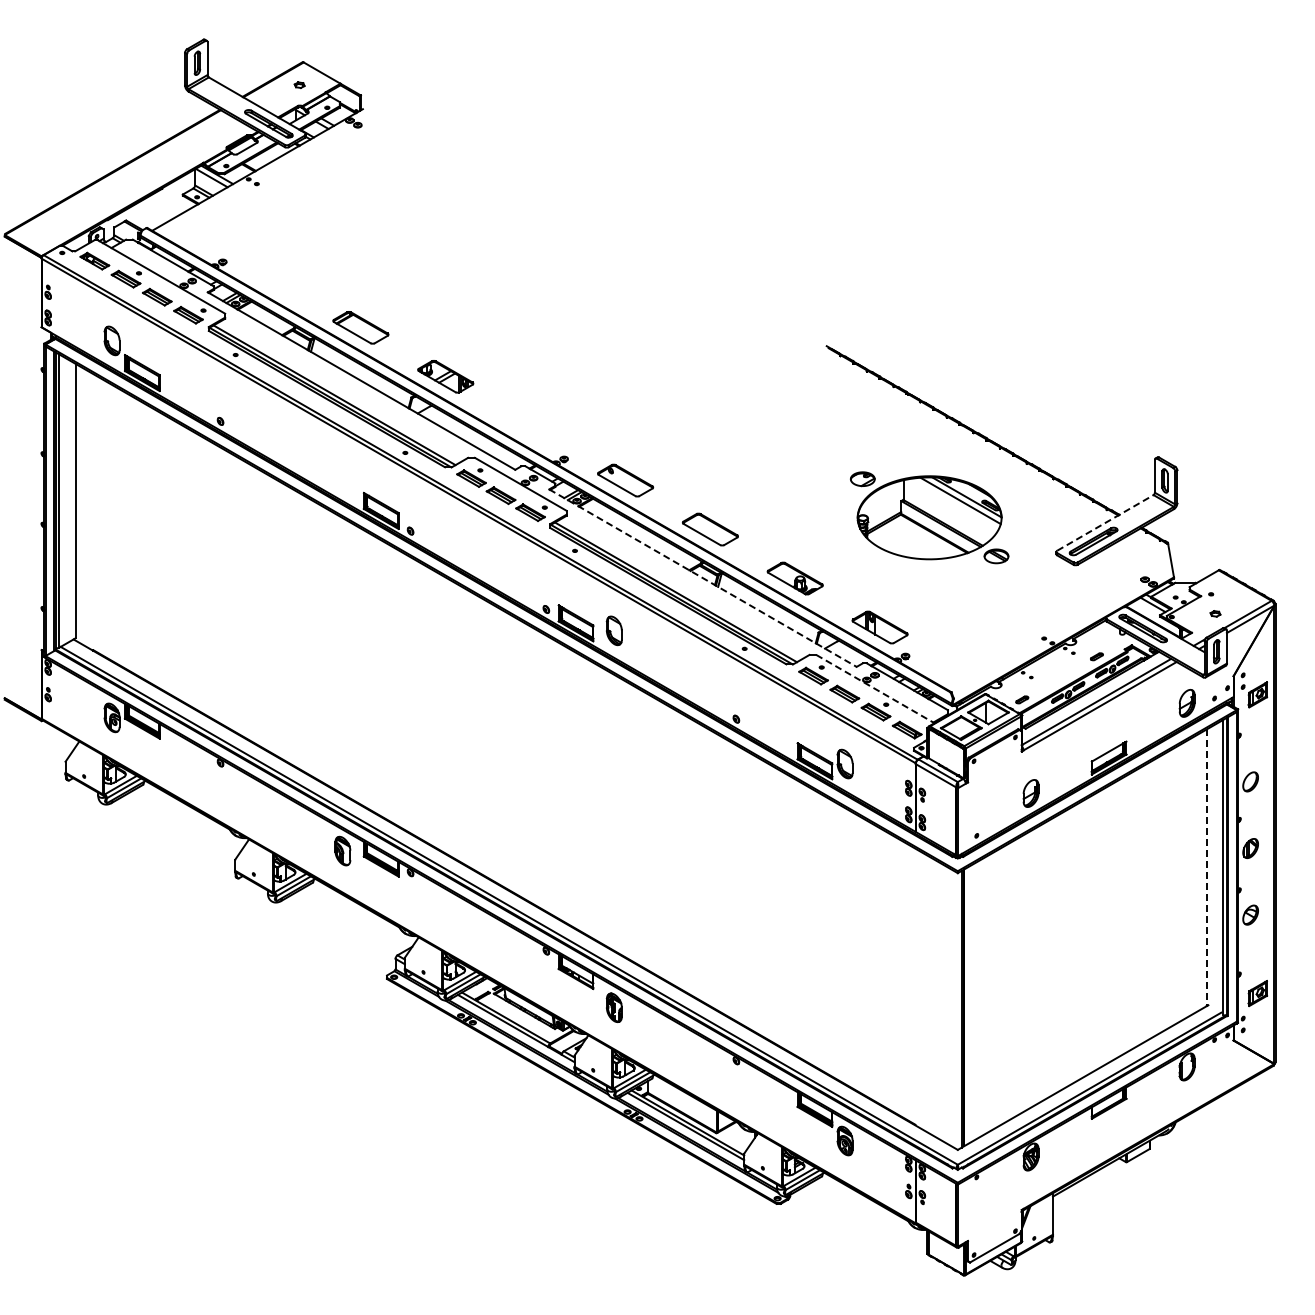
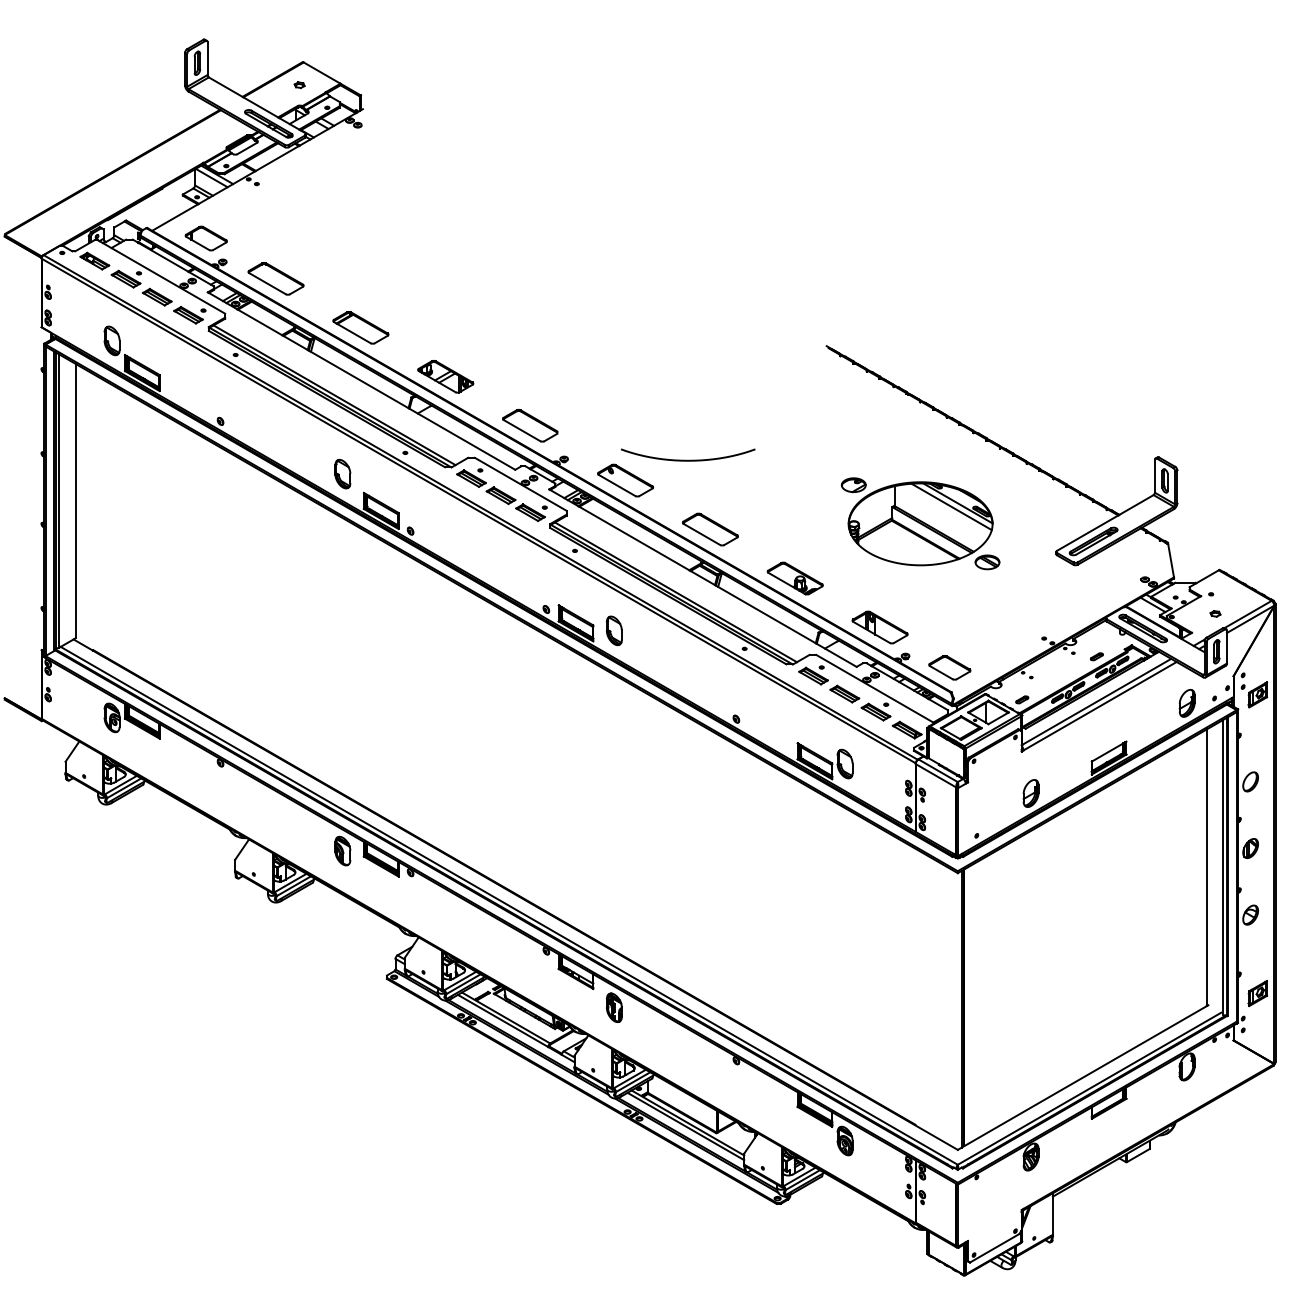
part at (205, 238): none -> present
part at (275, 278): none -> present
part at (530, 425): none -> present
curve at (688, 459): none -> present
part at (342, 473): none -> present
part at (929, 517) position: (929, 517) -> (920, 523)
line at (1105, 522): dashed -> solid
line at (703, 578): dashed -> solid
part at (949, 667): none -> present
line at (875, 689): dashed -> solid
line at (1206, 867): dashed -> solid
